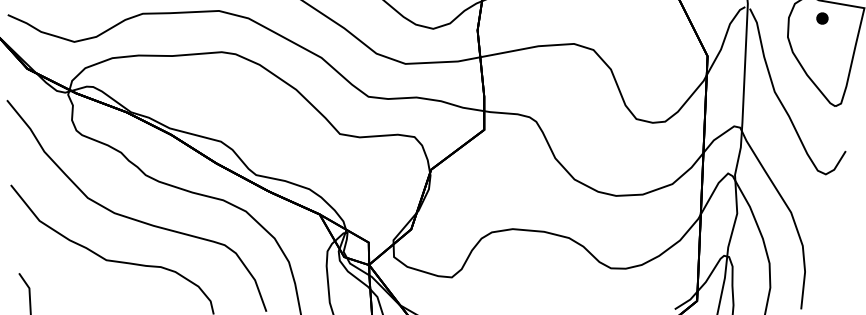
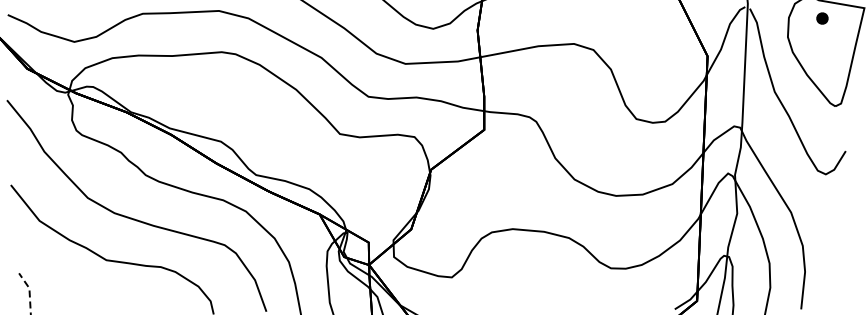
line at (29, 291): solid -> dashed
